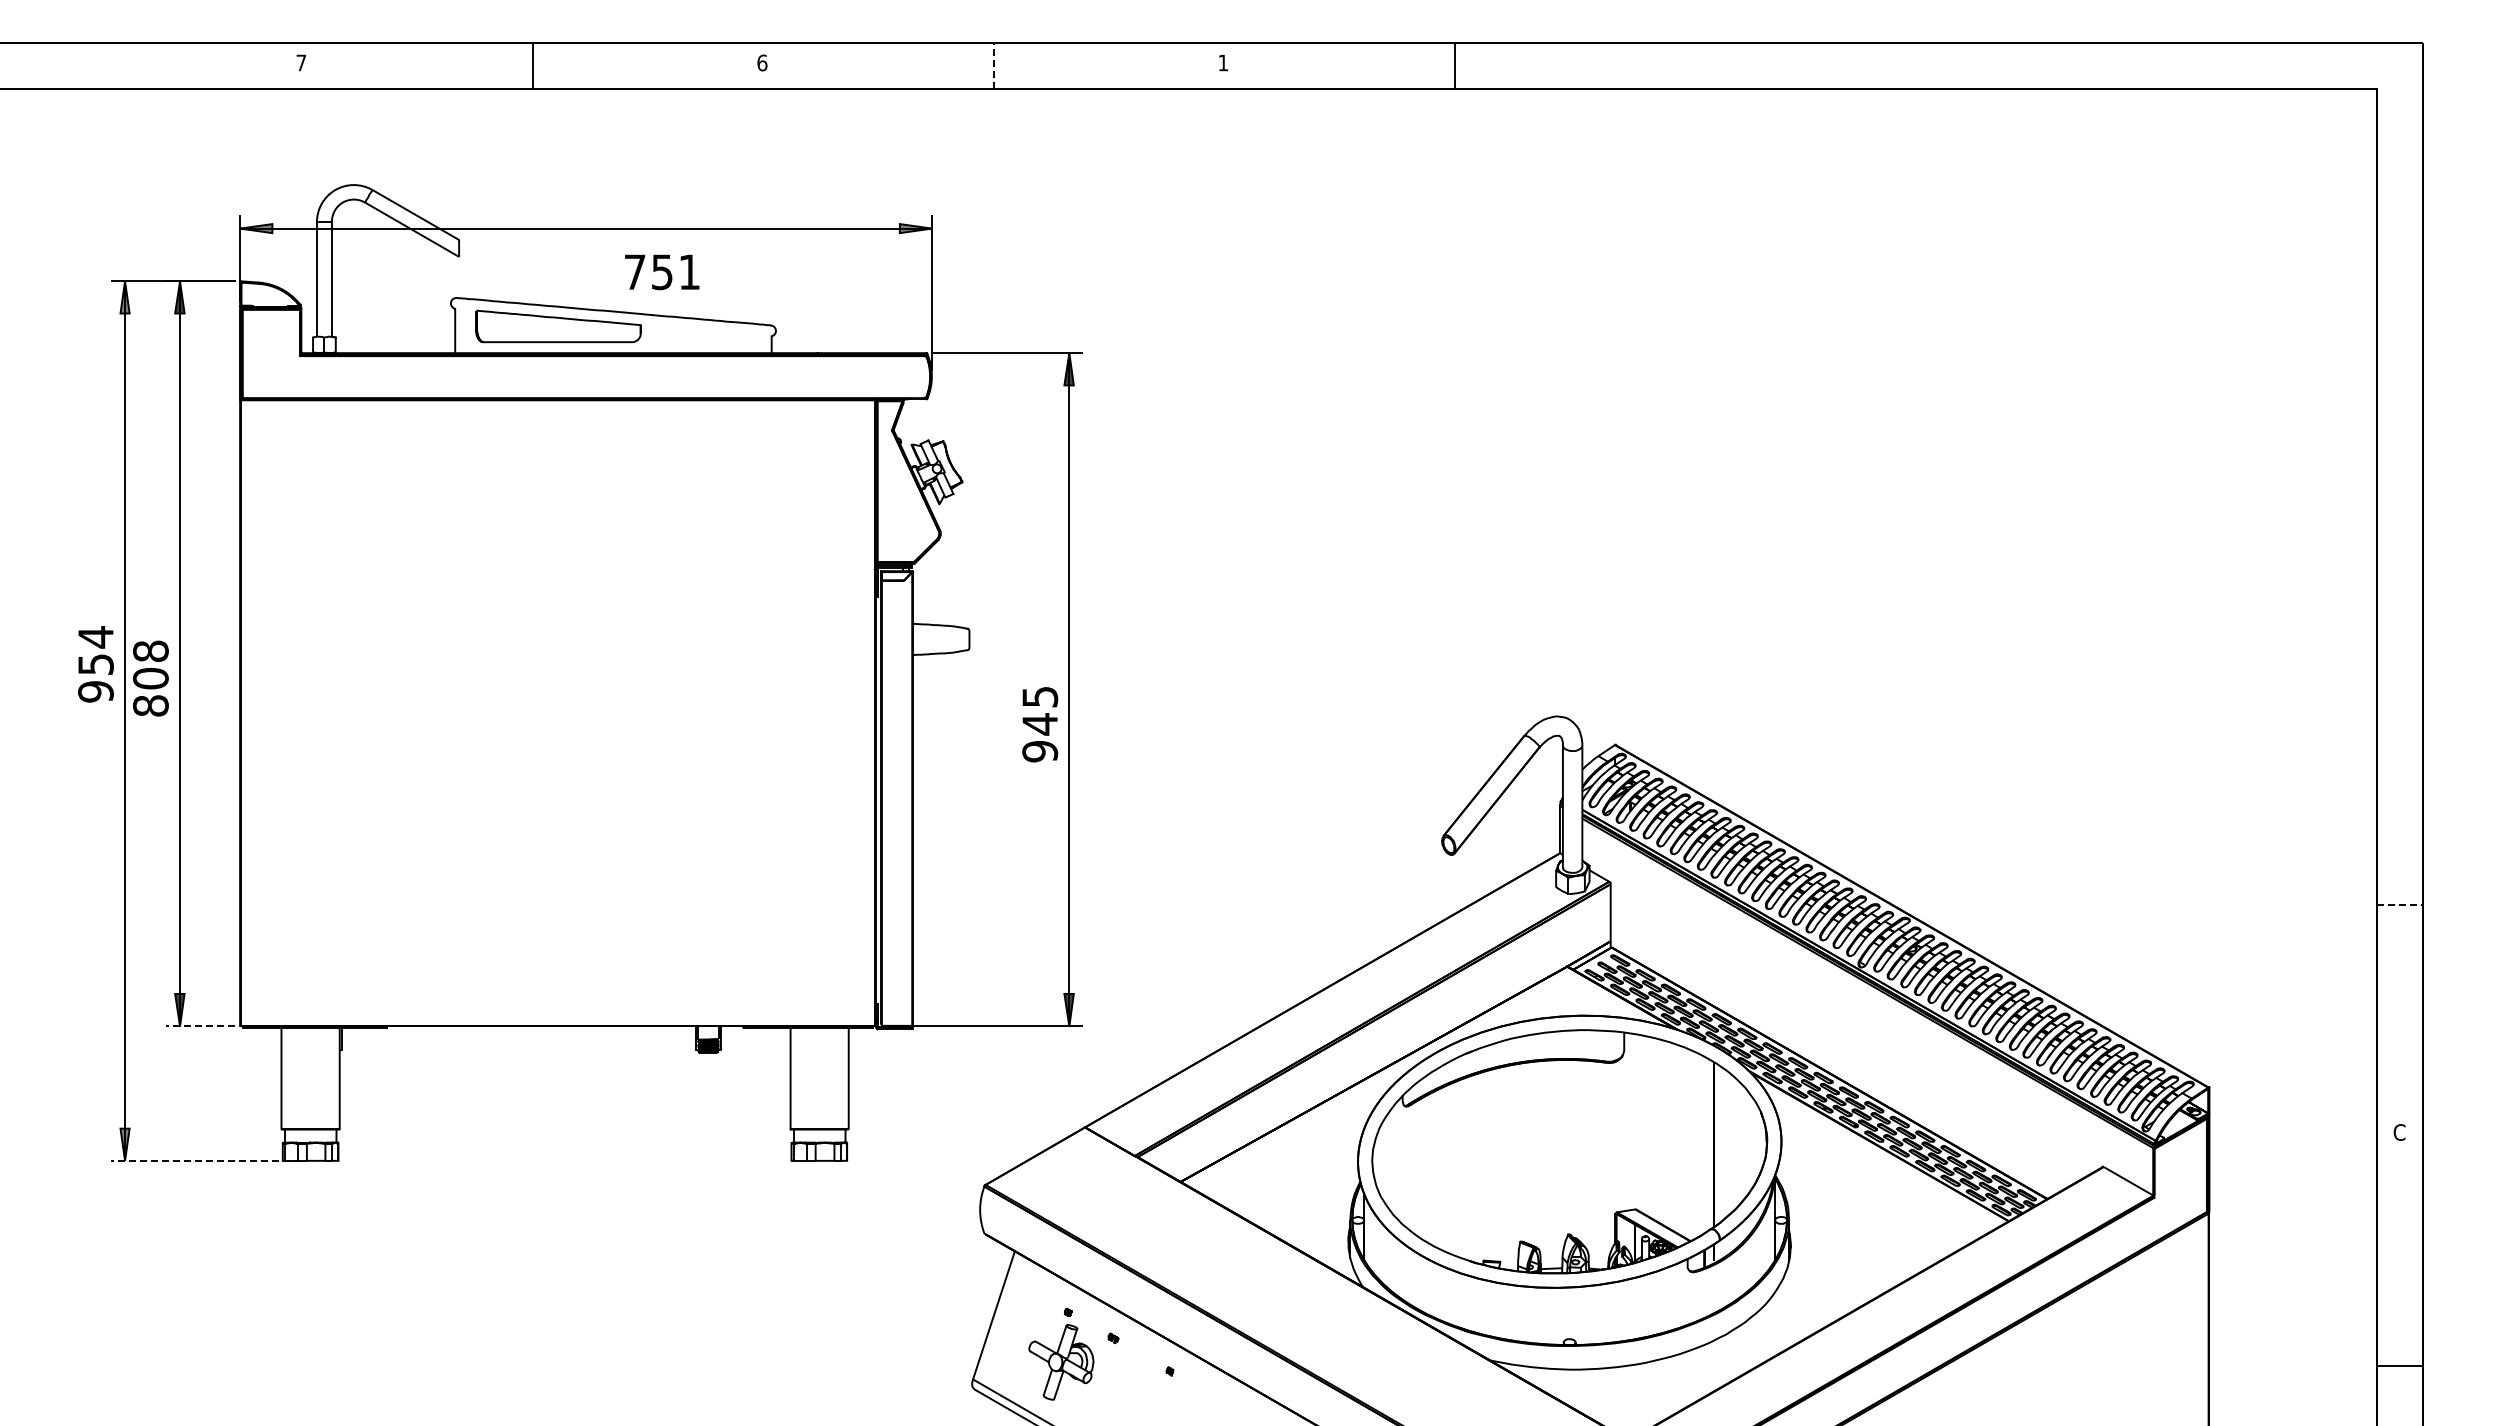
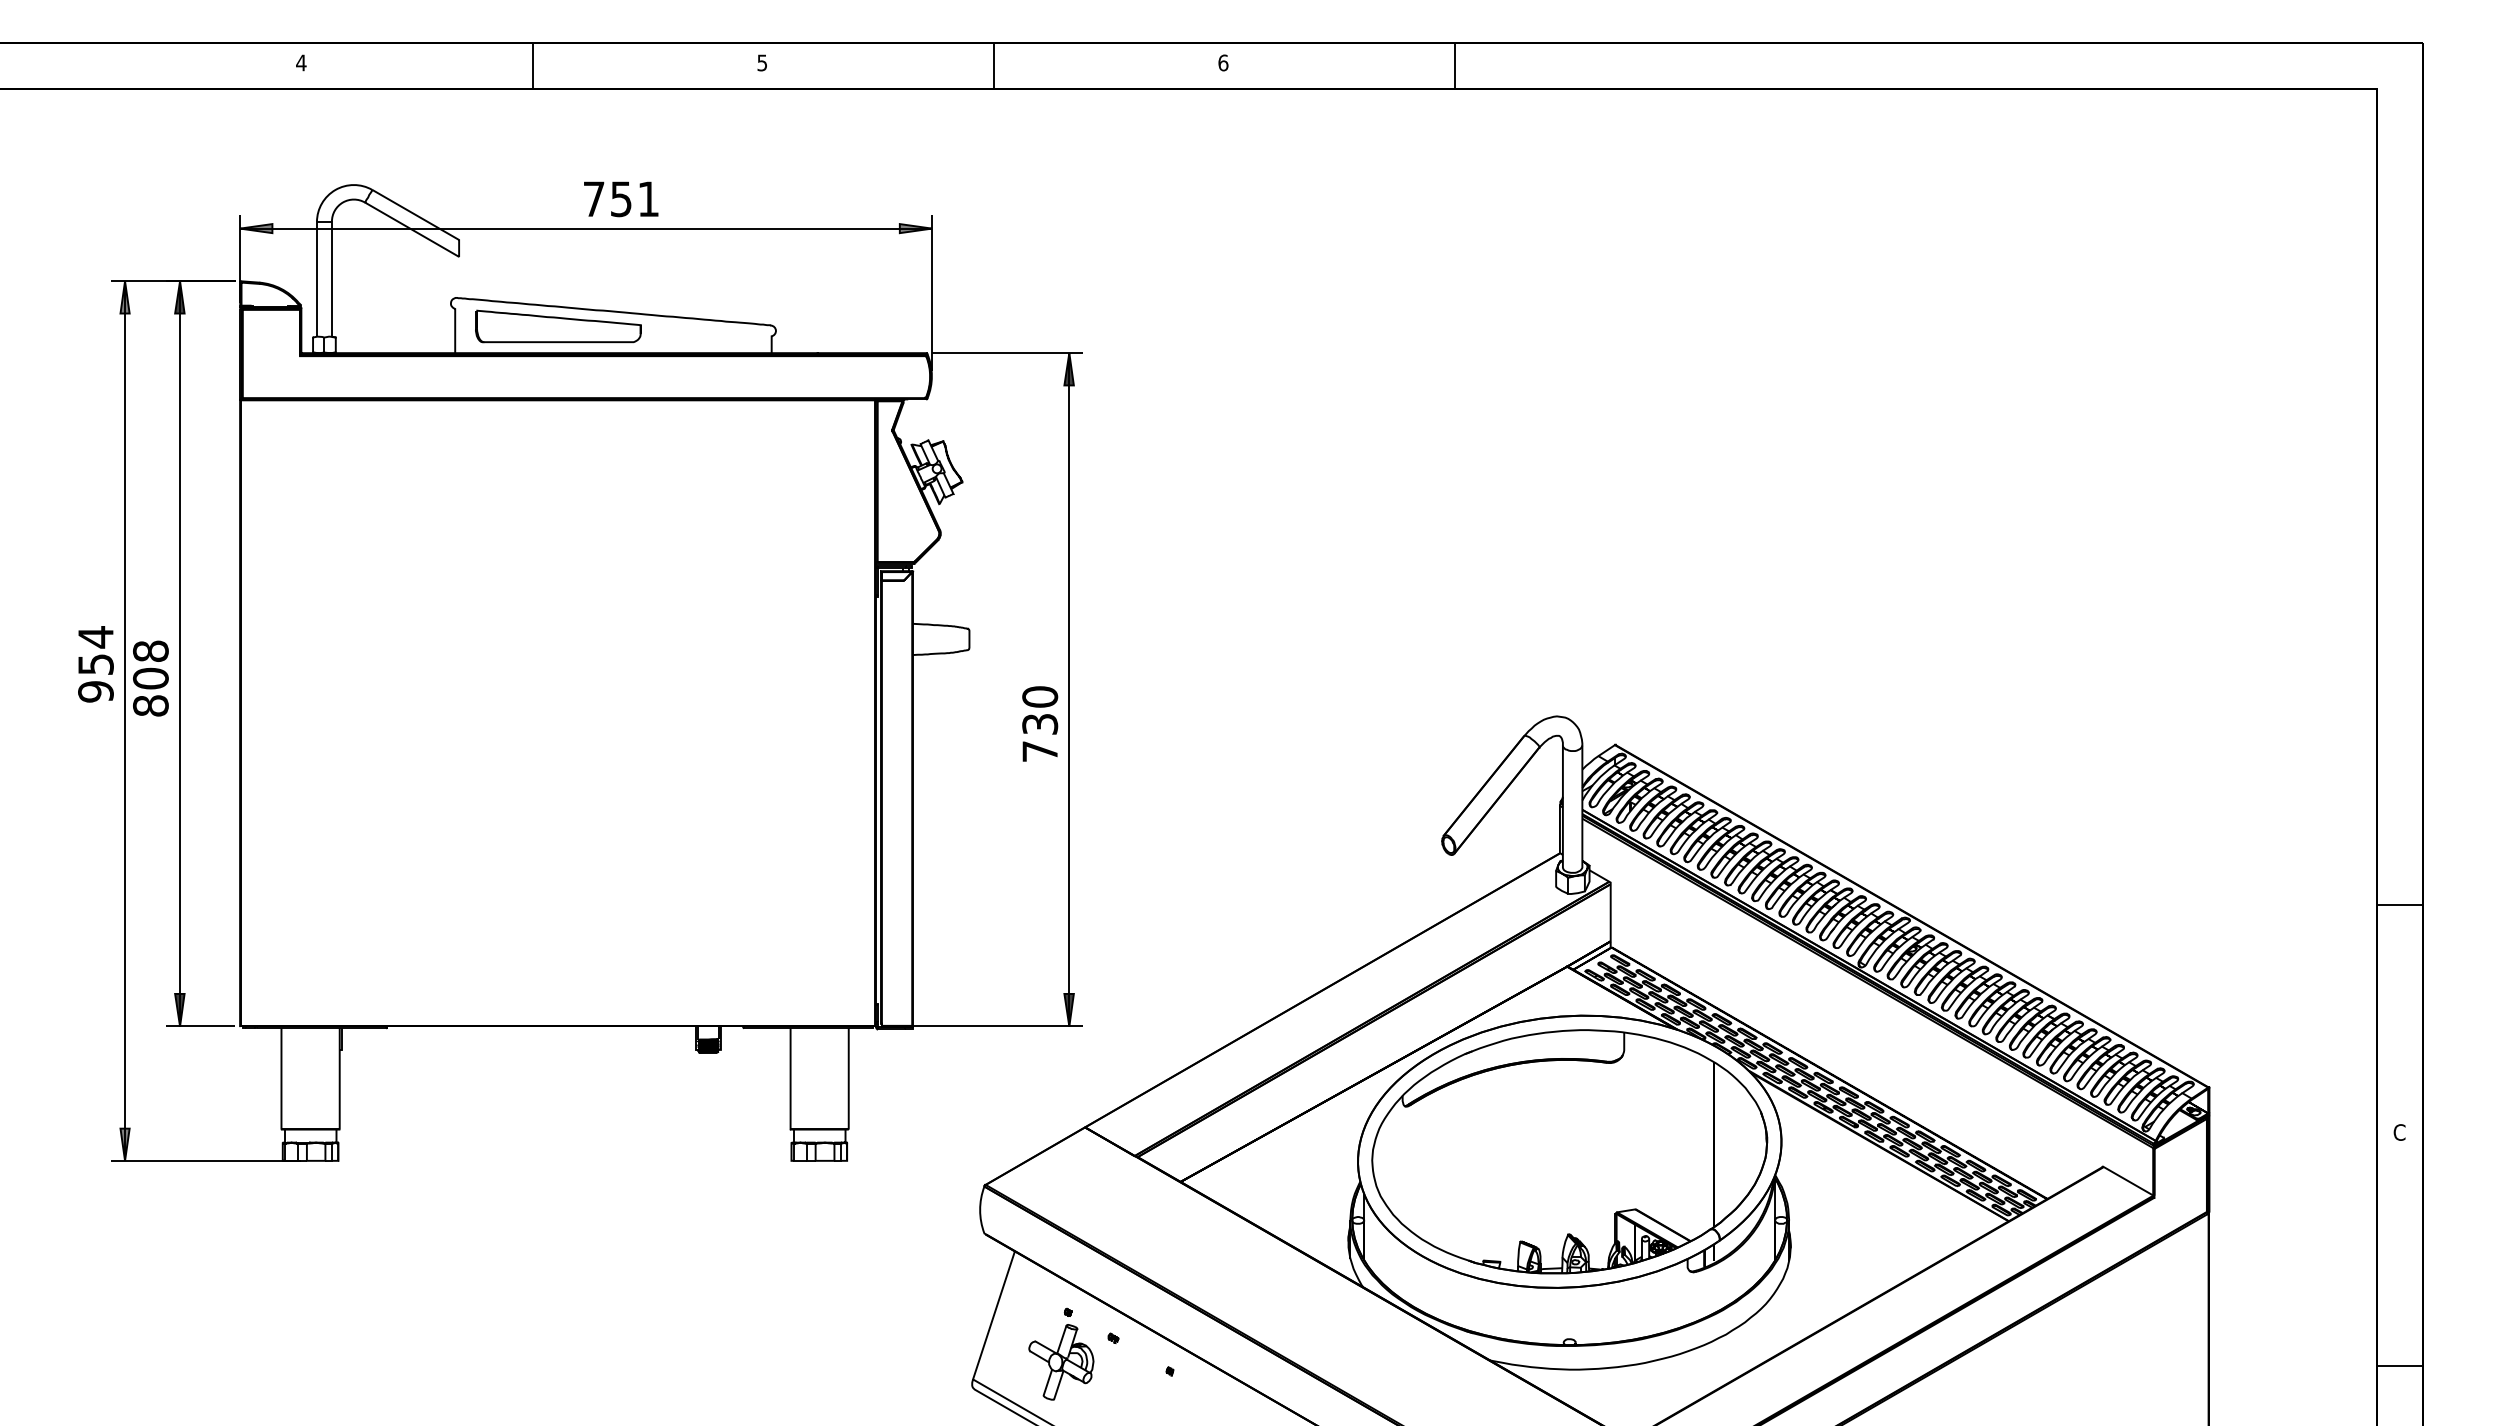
text at (301, 62): 7 -> 4
text at (762, 62): 6 -> 5
text at (1223, 62): 1 -> 6
line at (994, 65): dashed -> solid
text at (662, 272) position: (662, 272) -> (621, 199)
text at (1040, 724): 945 -> 730
line at (2400, 904): dashed -> solid
line at (200, 1026): dashed -> solid
line at (205, 1160): dashed -> solid
